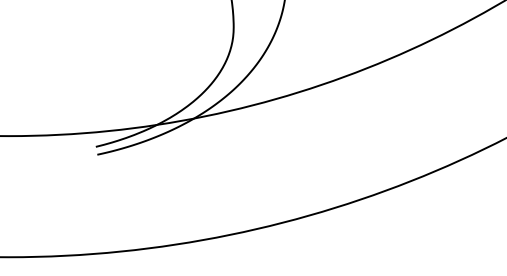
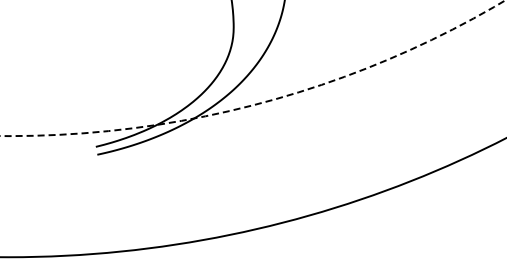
circle at (252, 68): solid -> dashed
